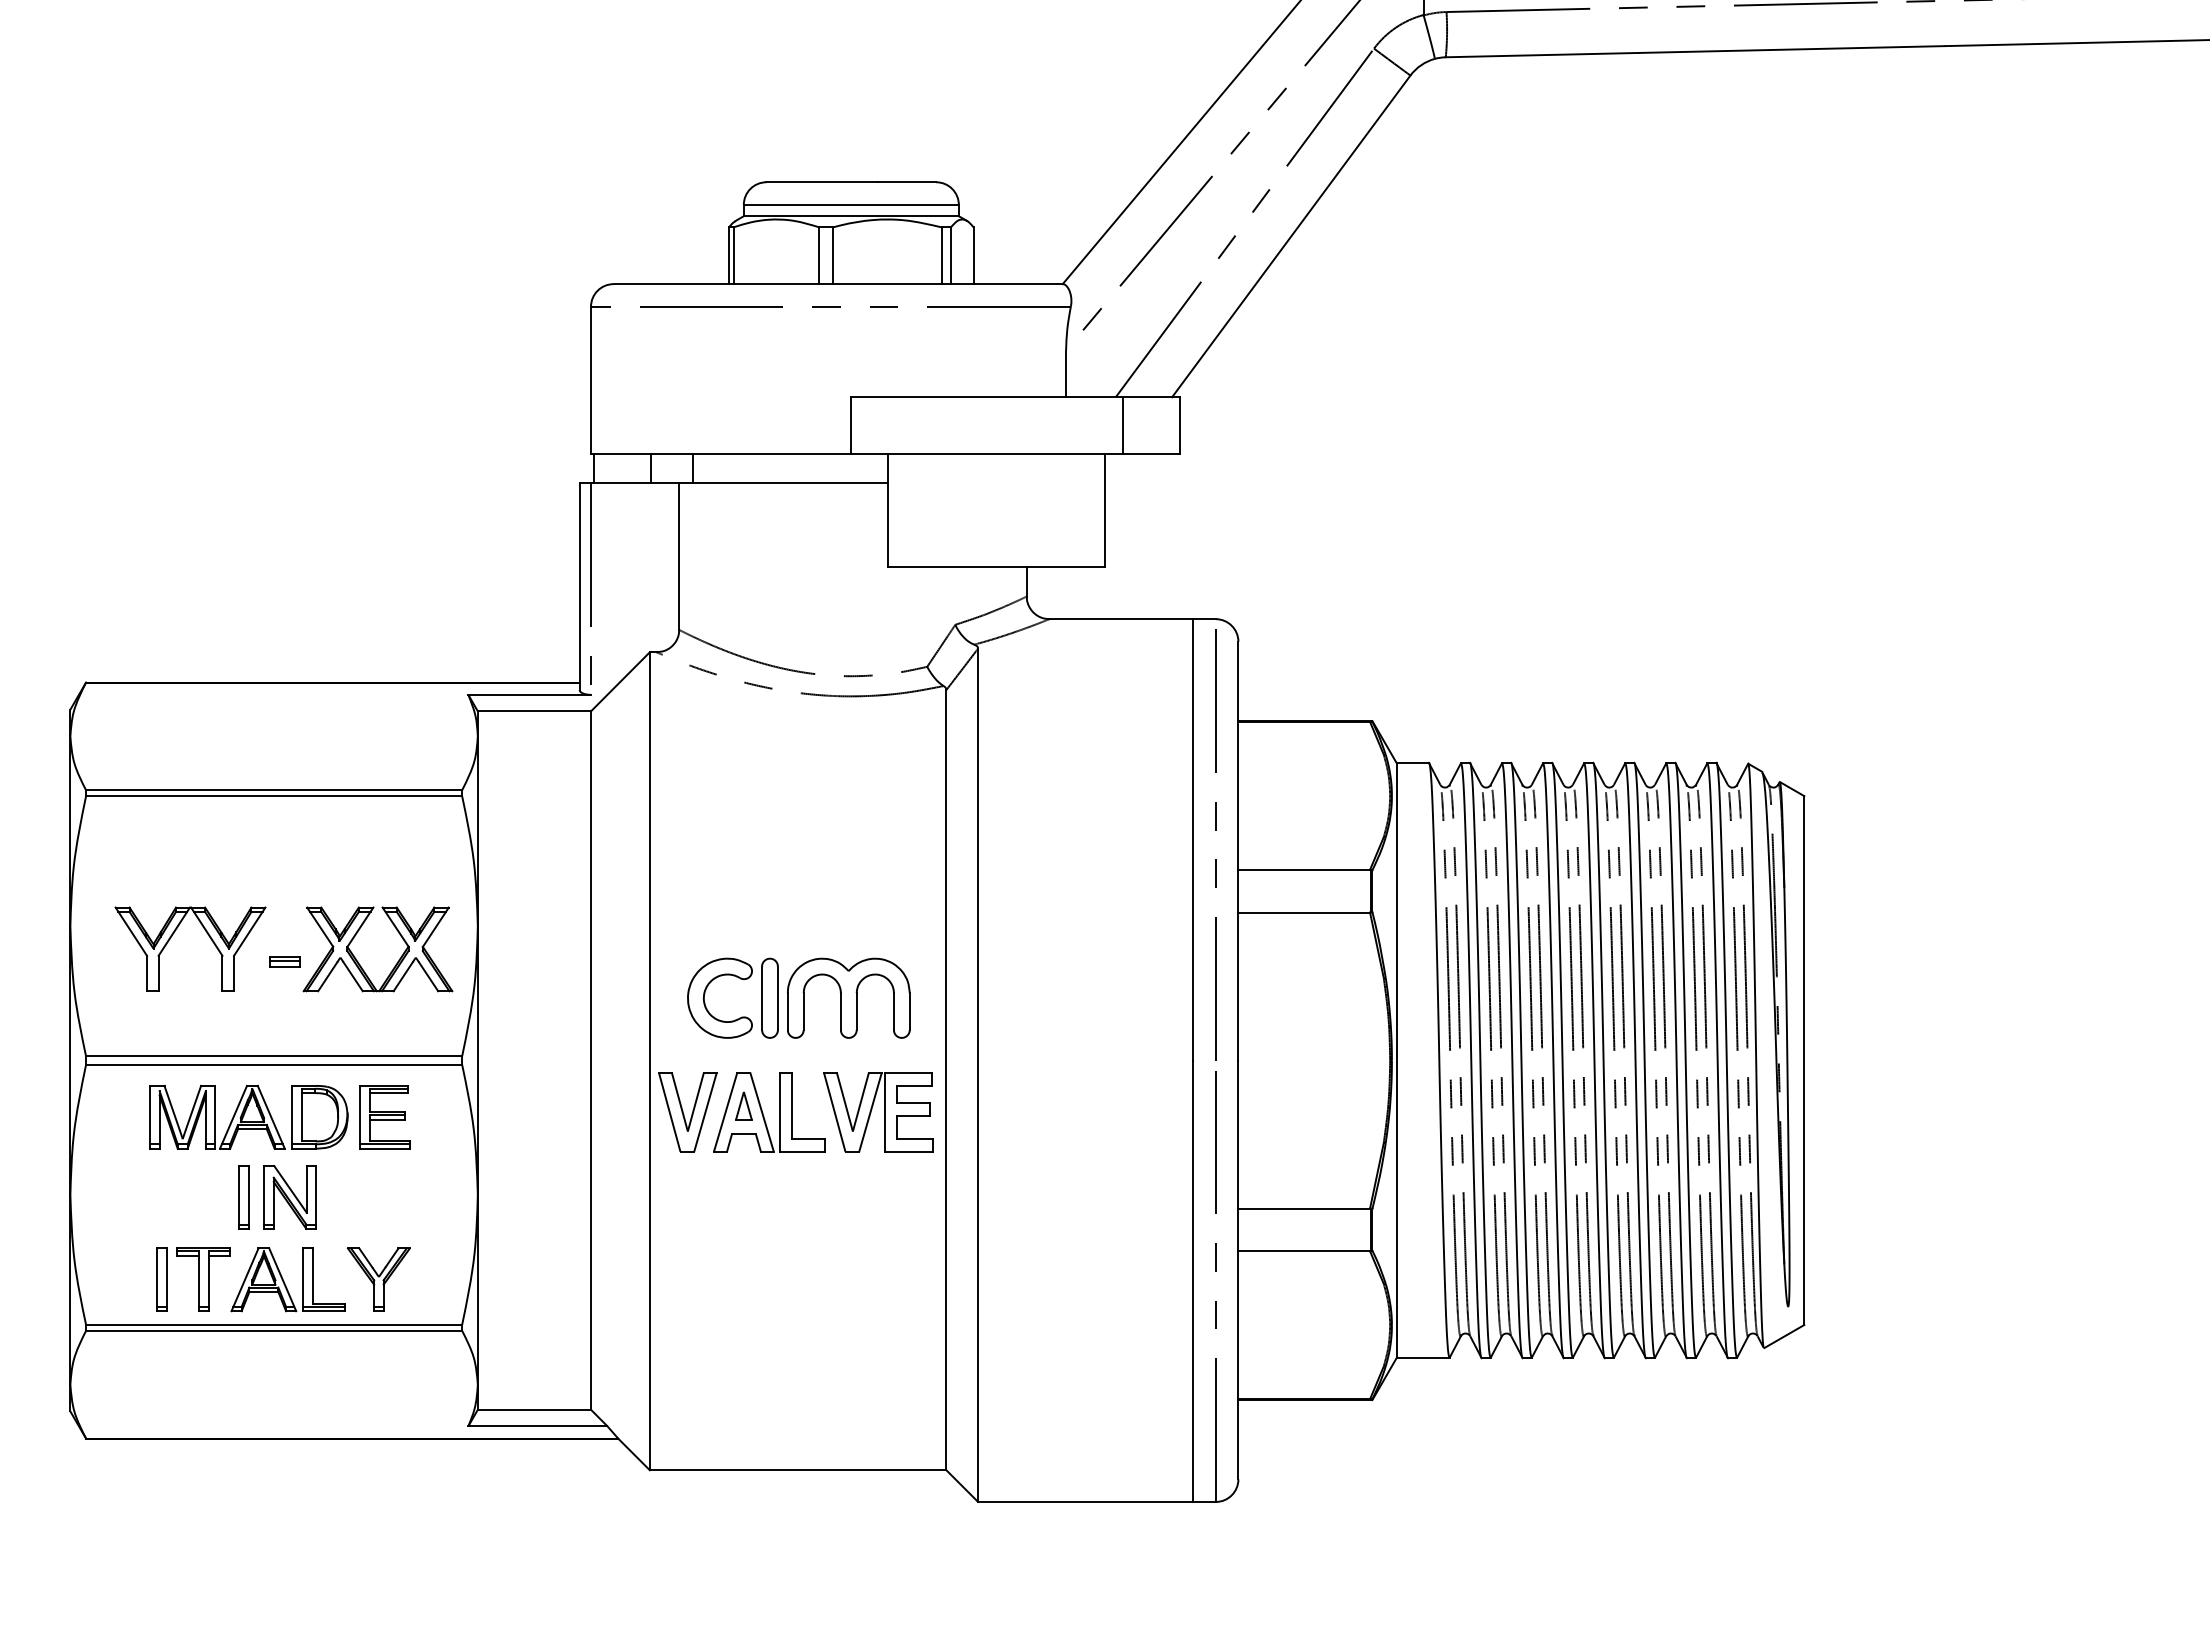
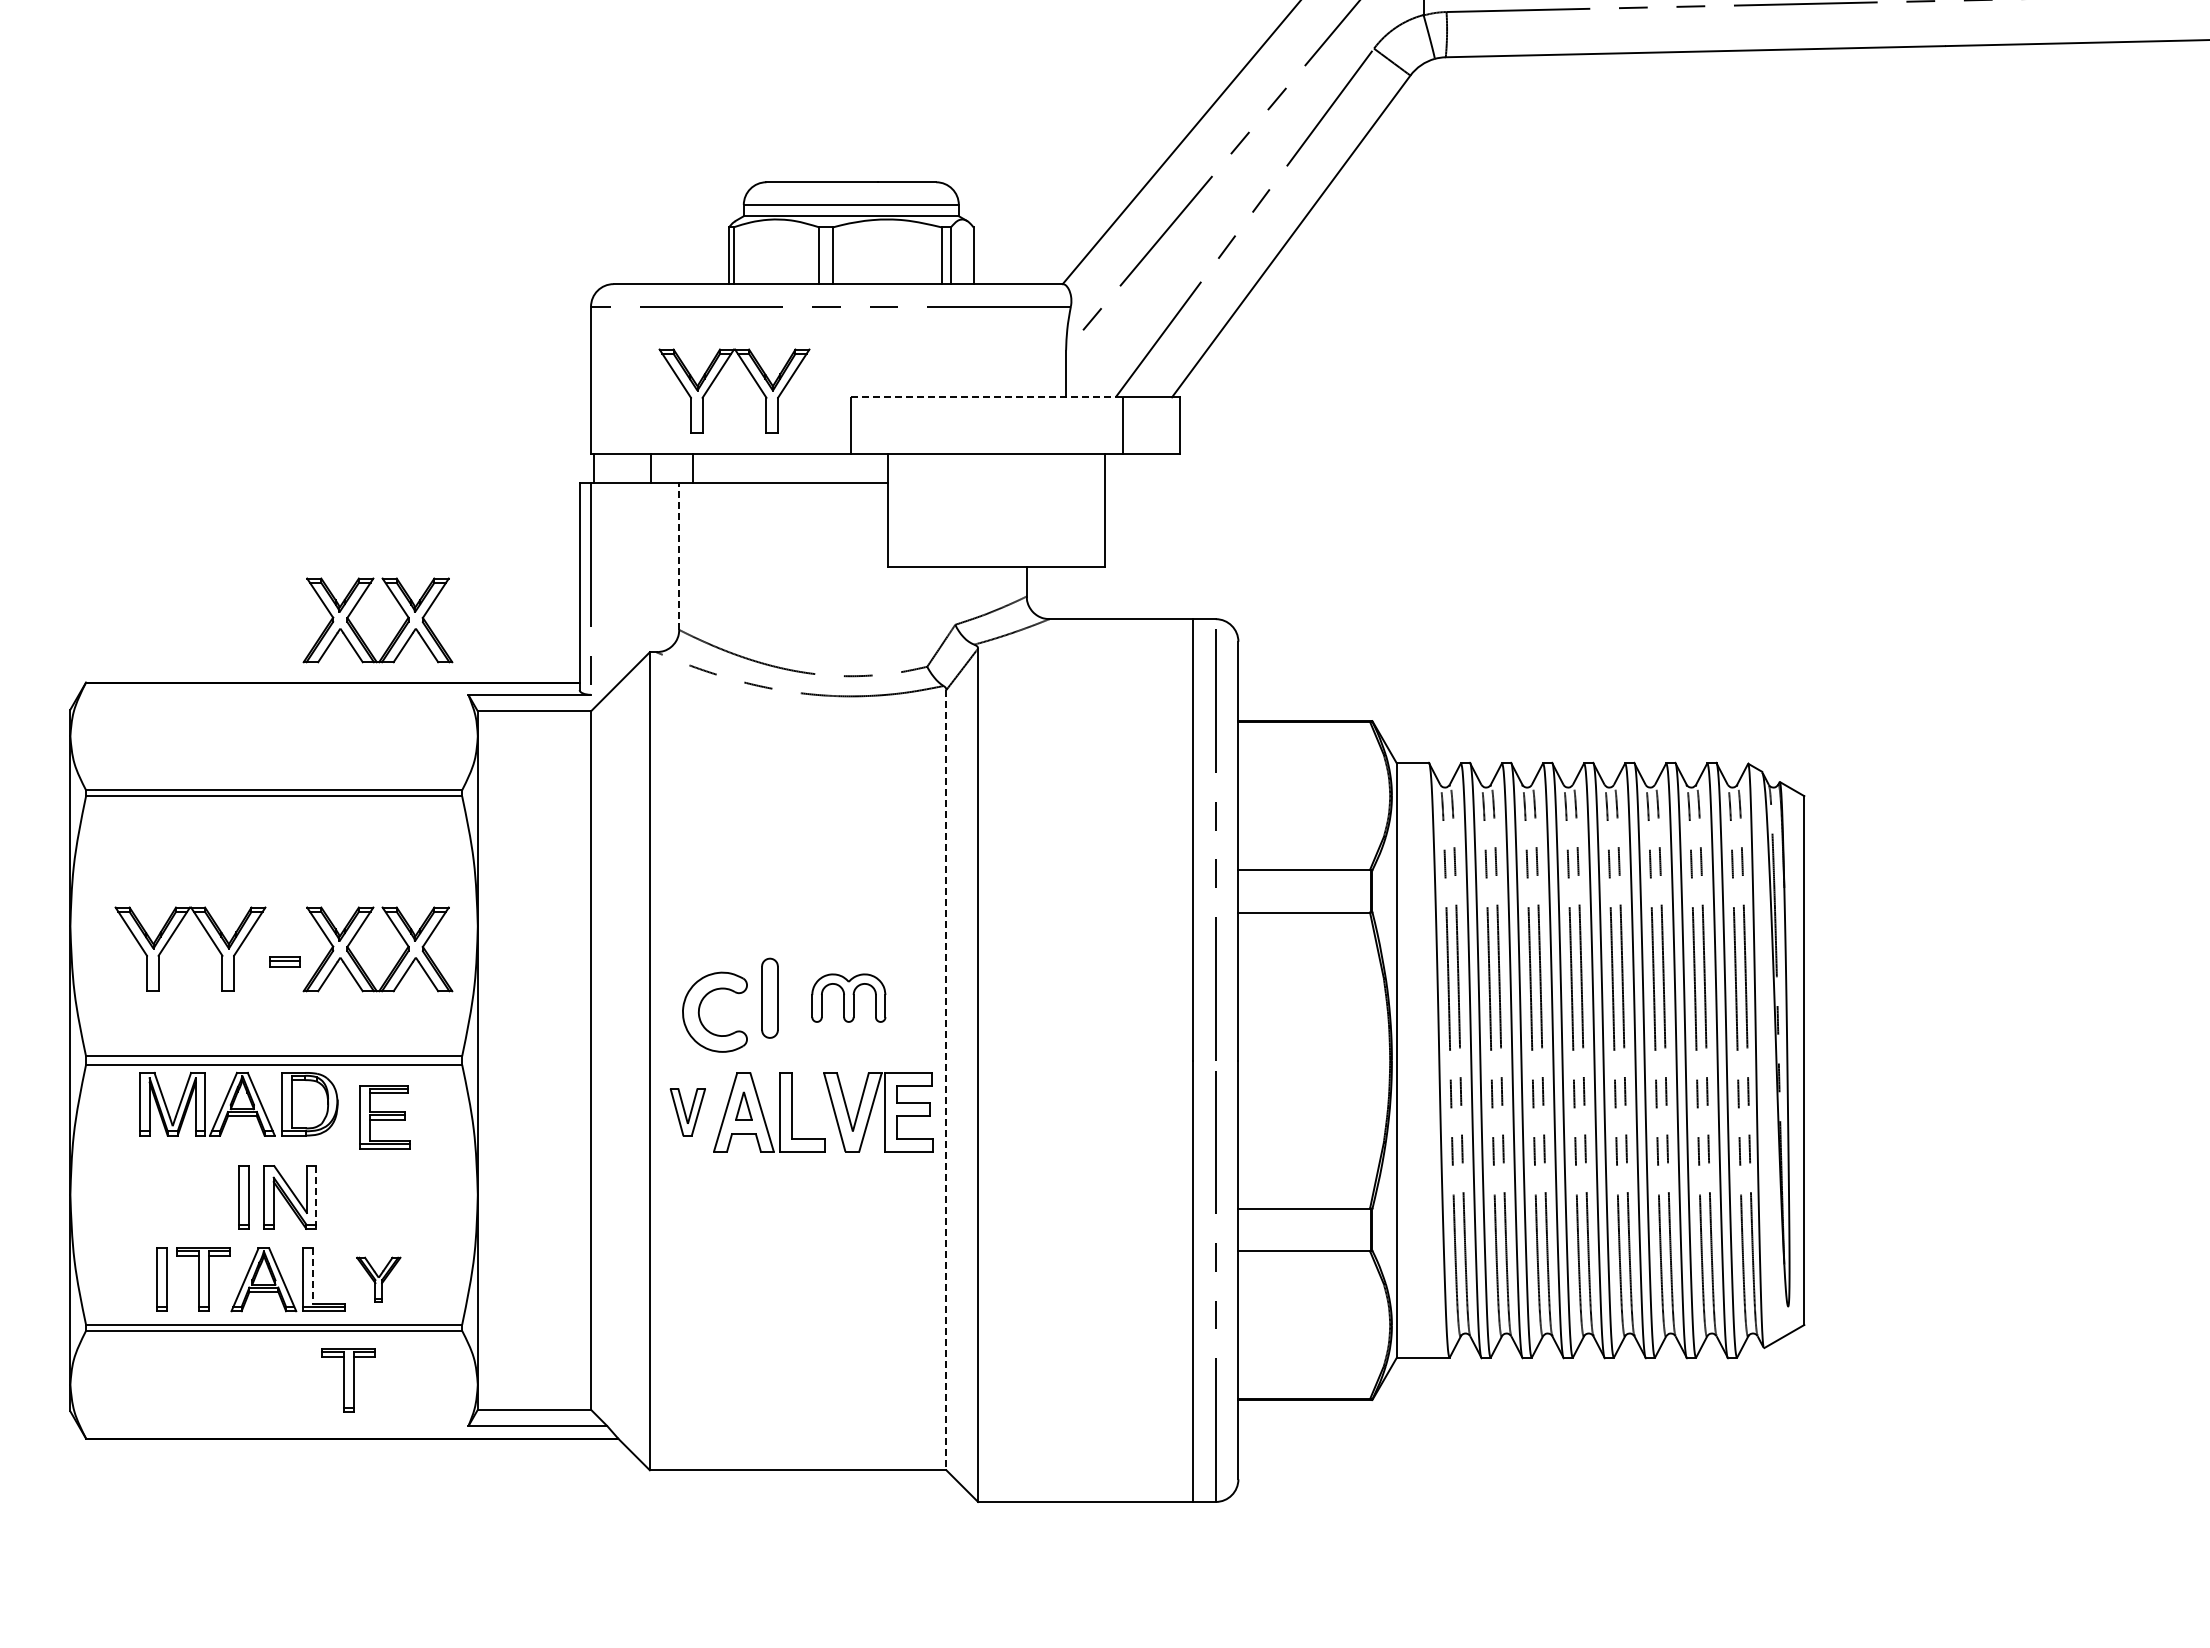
part at (716, 378): none -> present
line at (987, 397): solid -> dashed
line at (679, 556): solid -> dashed
part at (358, 632): none -> present
part at (705, 993) position: (705, 993) -> (700, 1007)
part at (848, 997) size: 124x82 px -> 76x50 px
line at (946, 1080): solid -> dashed
part at (687, 1112) size: 60x81 px -> 37x49 px
part at (248, 1116) position: (248, 1116) -> (238, 1103)
line at (316, 1198): solid -> dashed
line at (313, 1276): solid -> dashed
part at (378, 1279) size: 65x65 px -> 46x47 px
part at (348, 1380): none -> present
